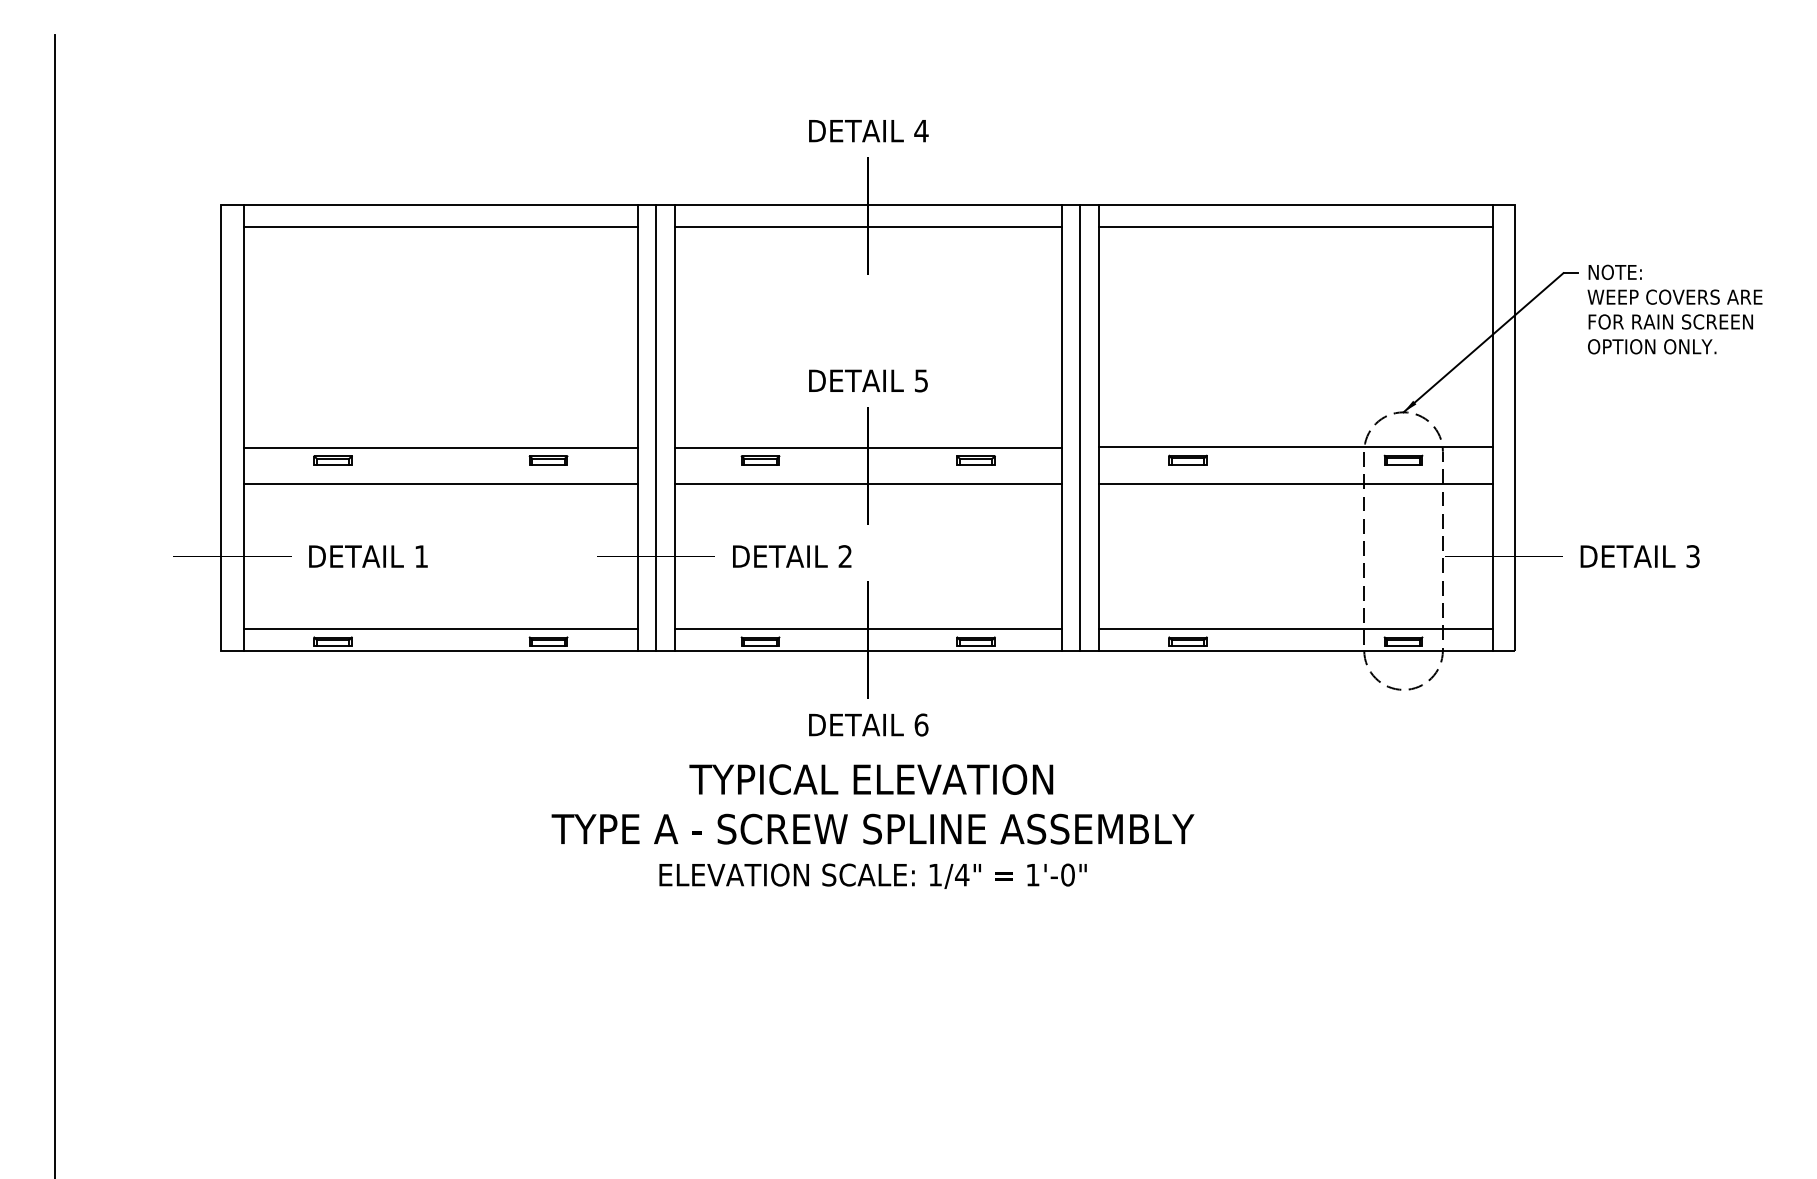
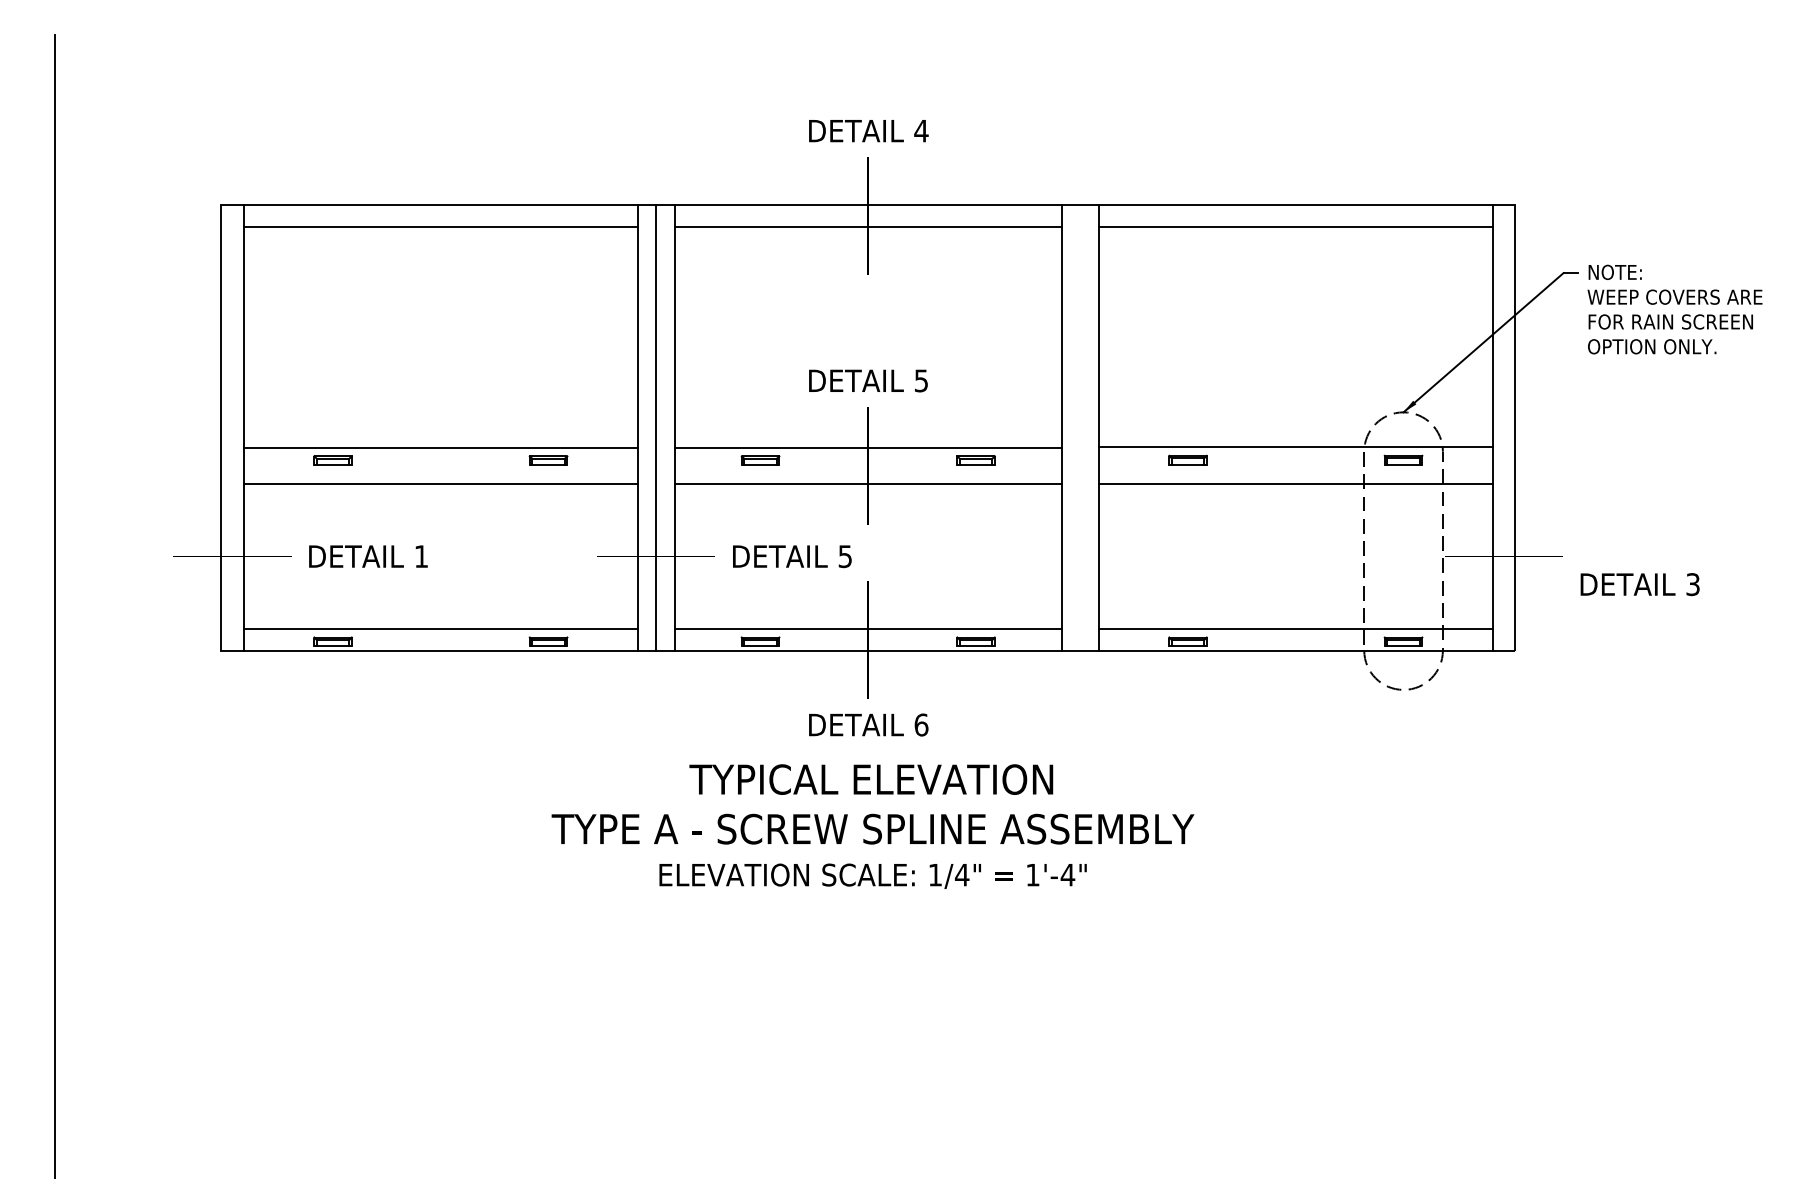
line at (1080, 427): present -> none
text at (844, 556): 2 -> 5
text at (1639, 556) position: (1639, 556) -> (1639, 584)
text at (1067, 874): 1'-0" -> 1'-4"
